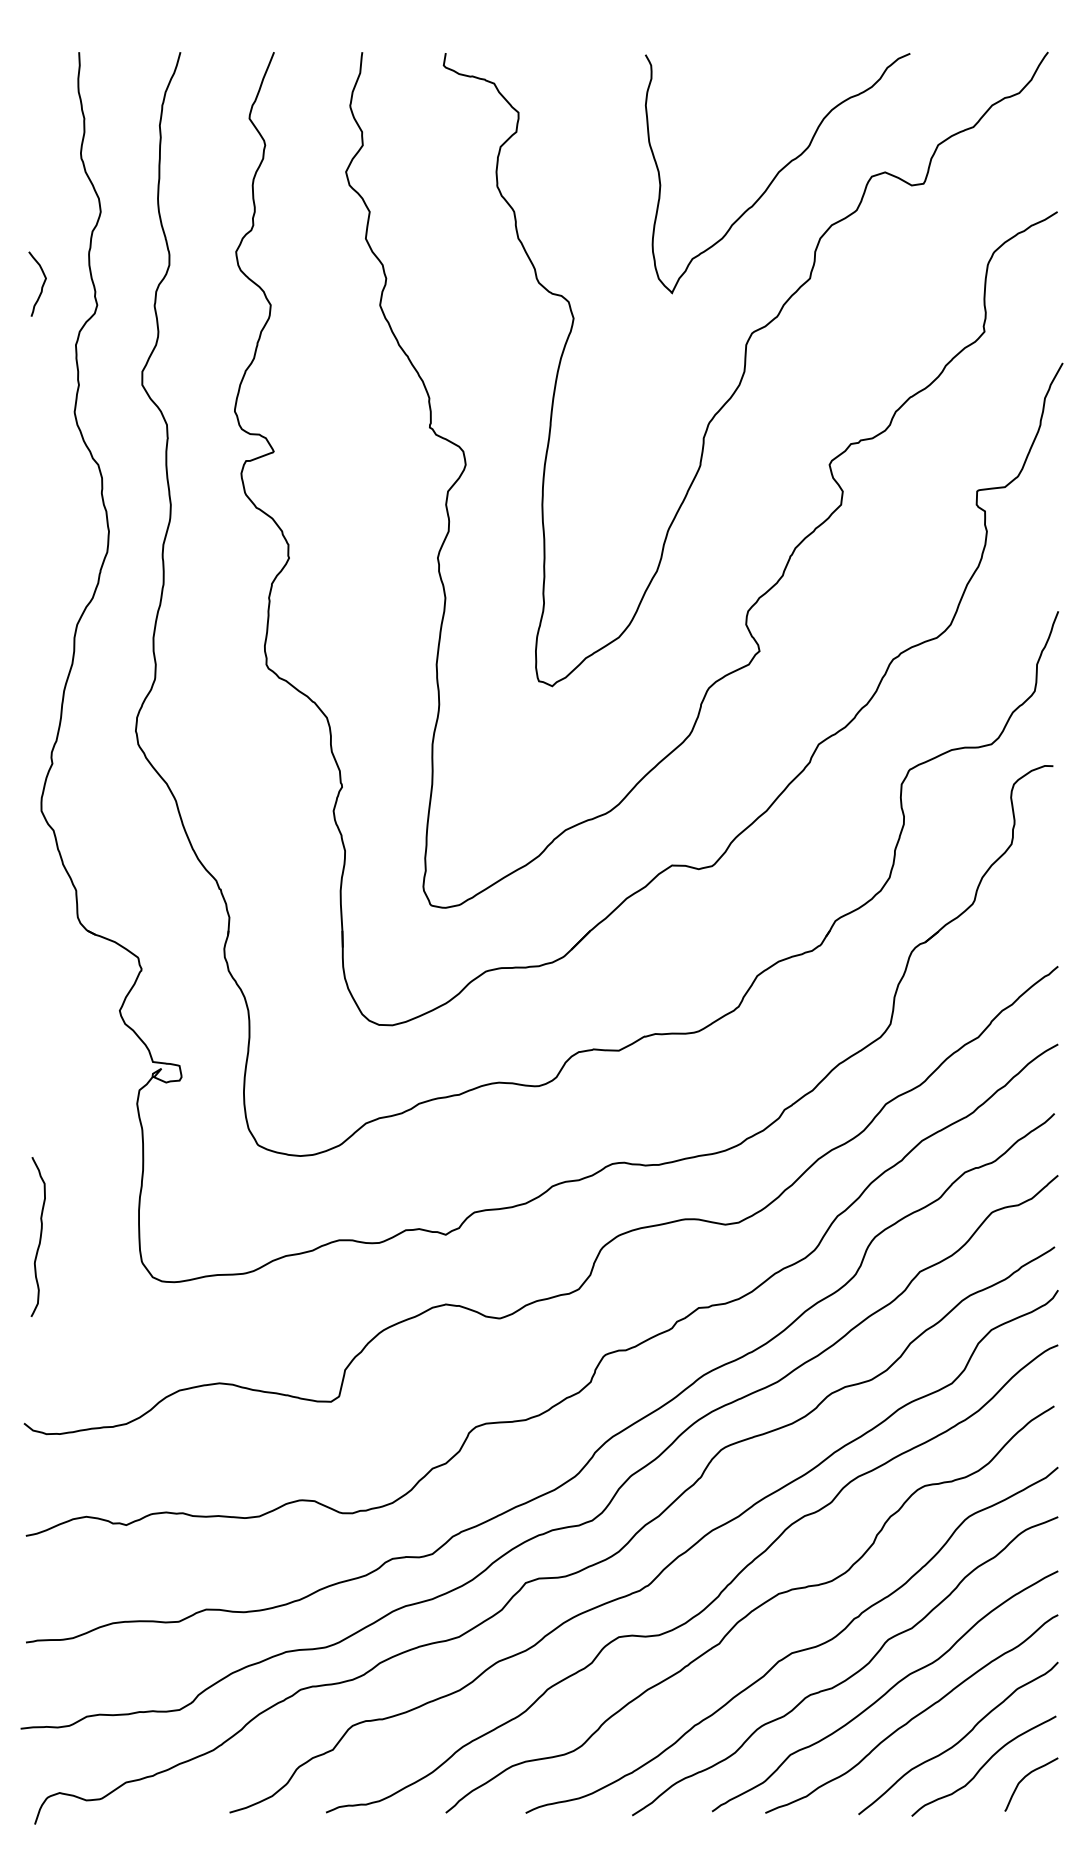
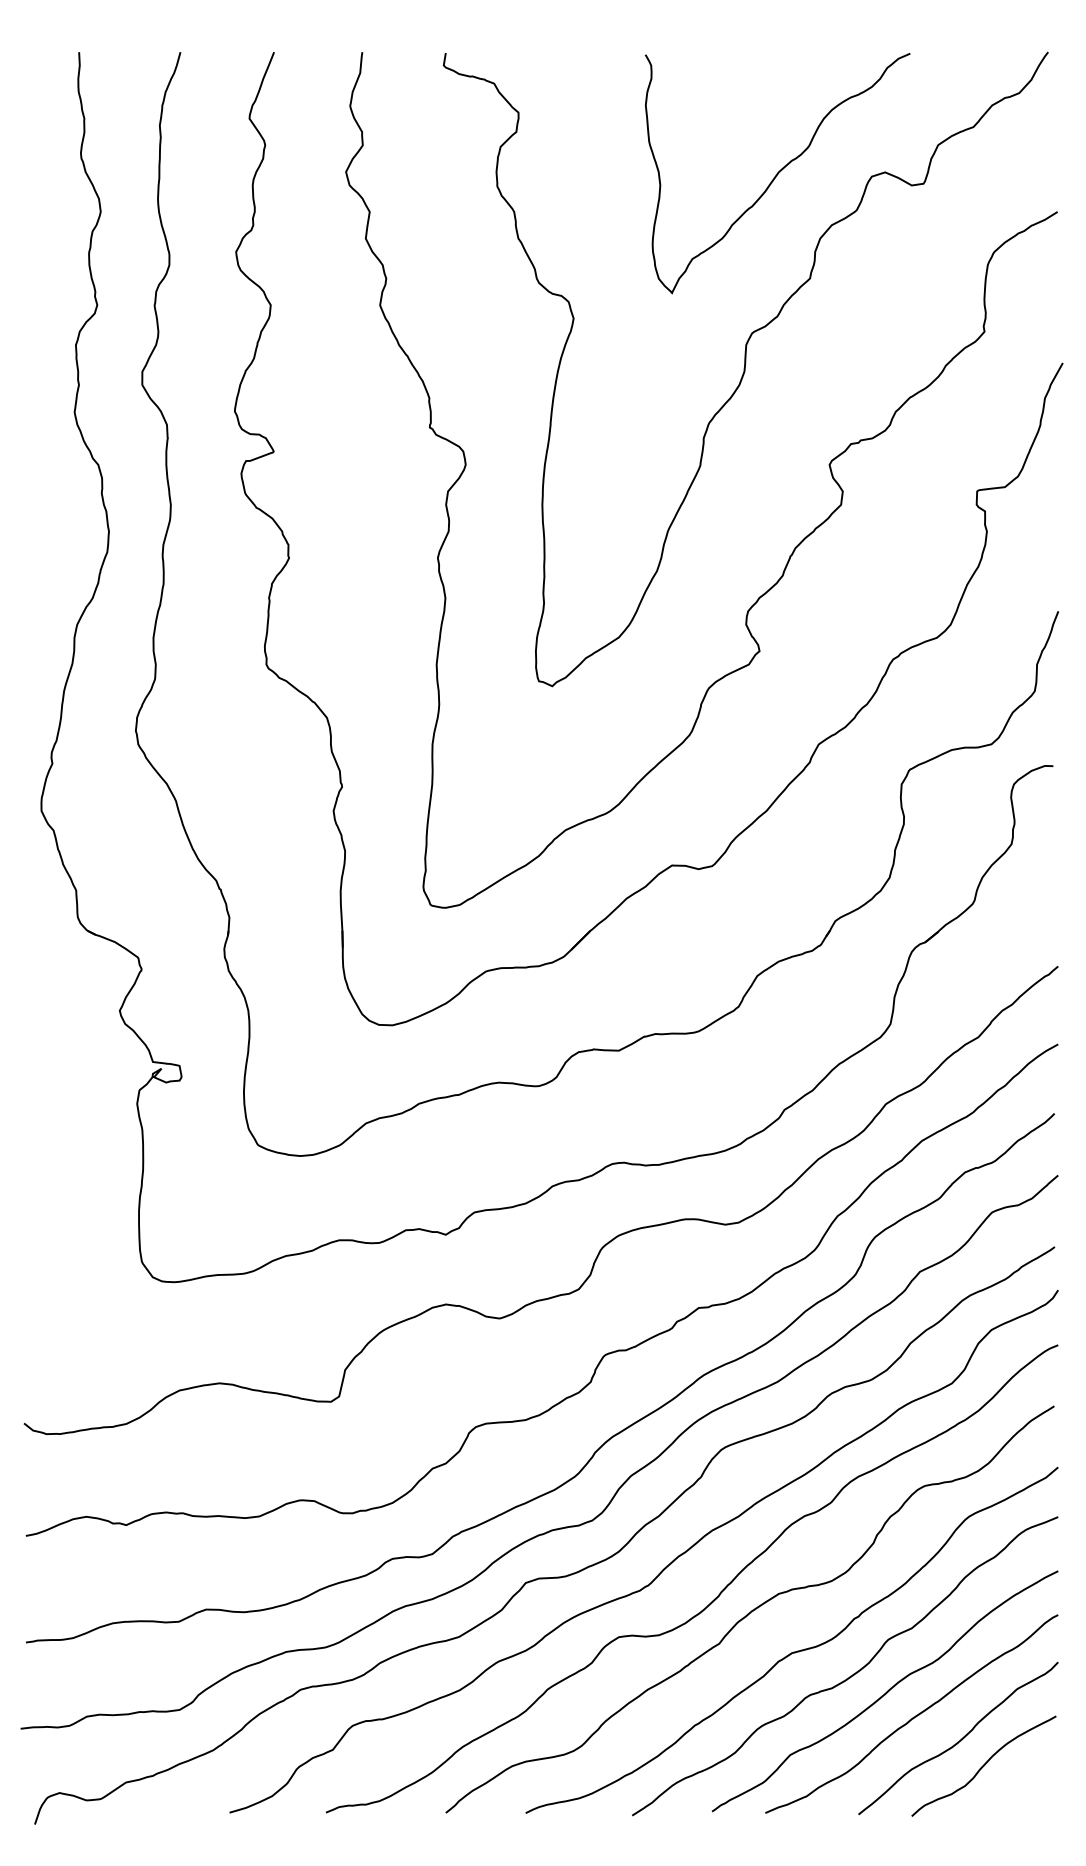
curve at (41, 286): present -> none
curve at (39, 1237): present -> none
curve at (1027, 1776): present -> none
